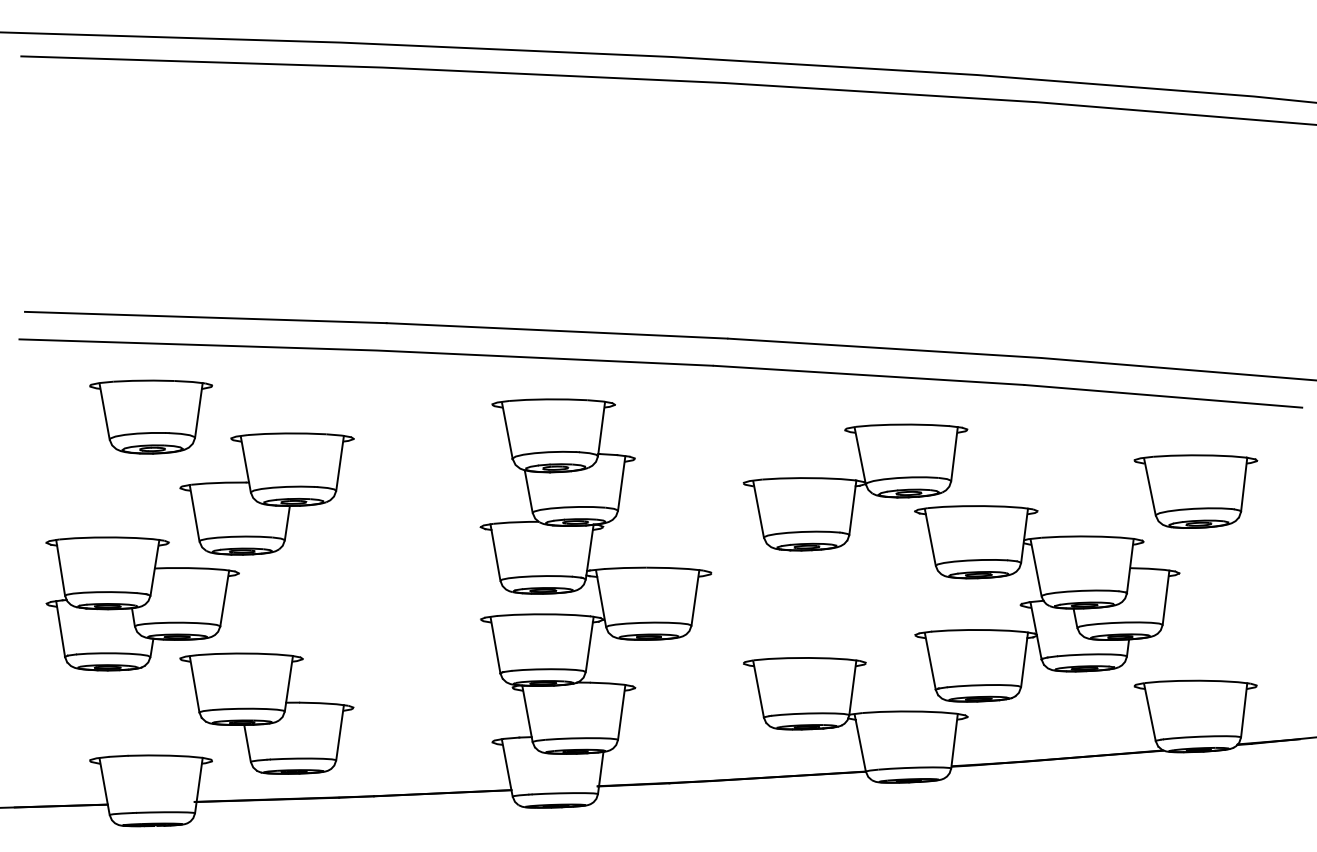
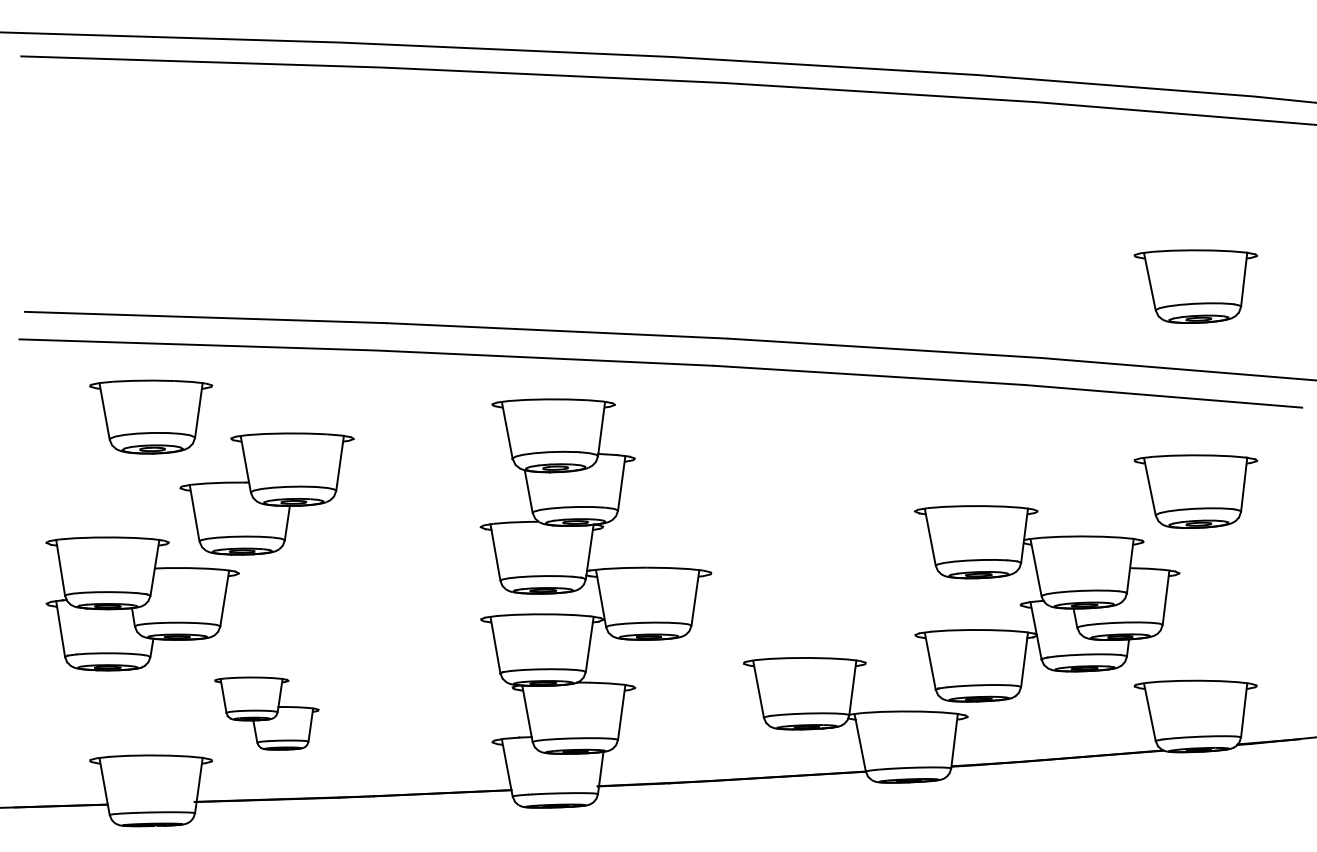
part at (1195, 286): none -> present
part at (855, 487): present -> none
part at (266, 713) size: 176x123 px -> 106x75 px
